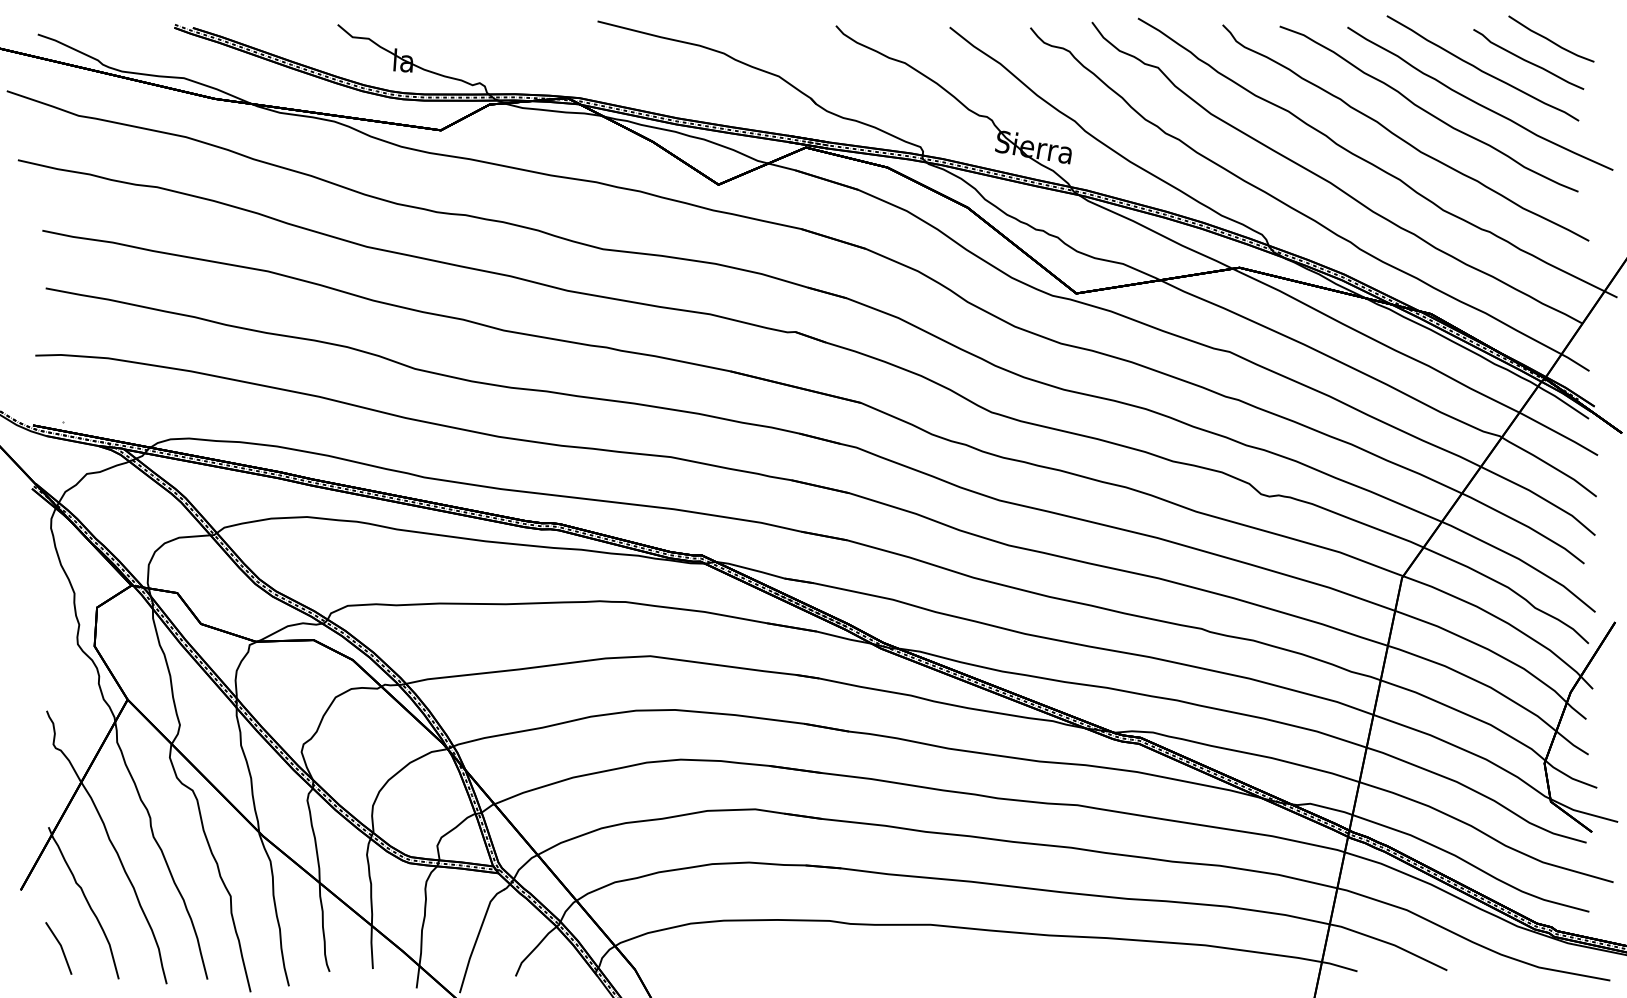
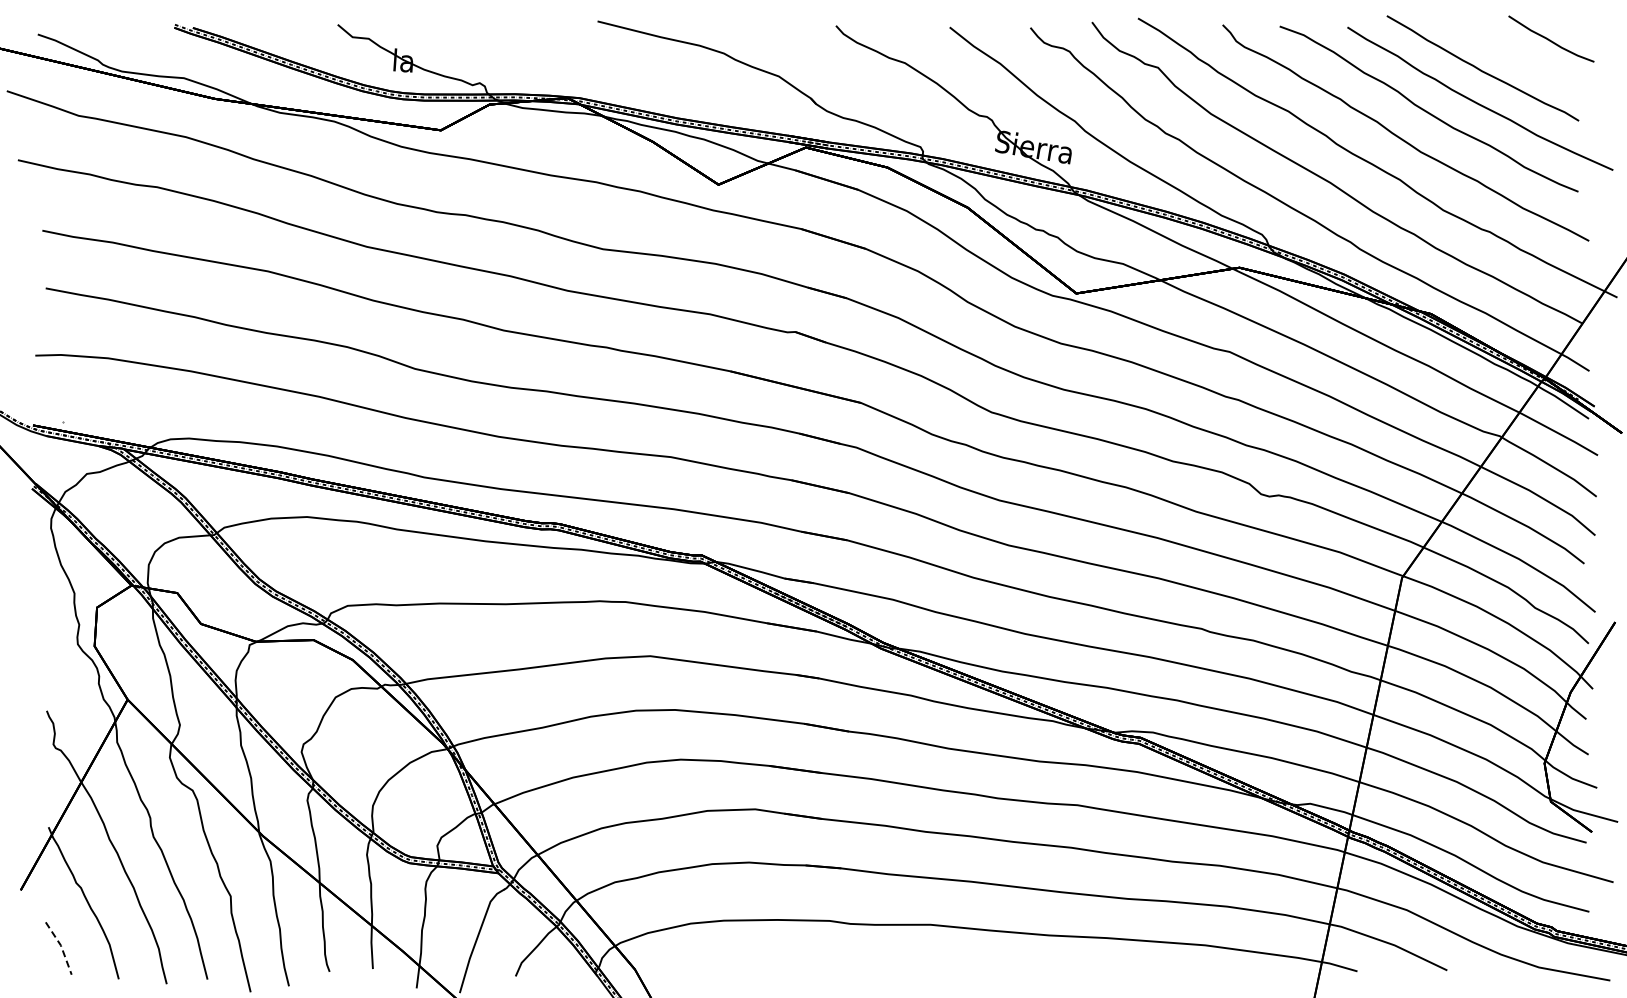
curve at (1527, 60): present -> none
line at (61, 947): solid -> dashed
